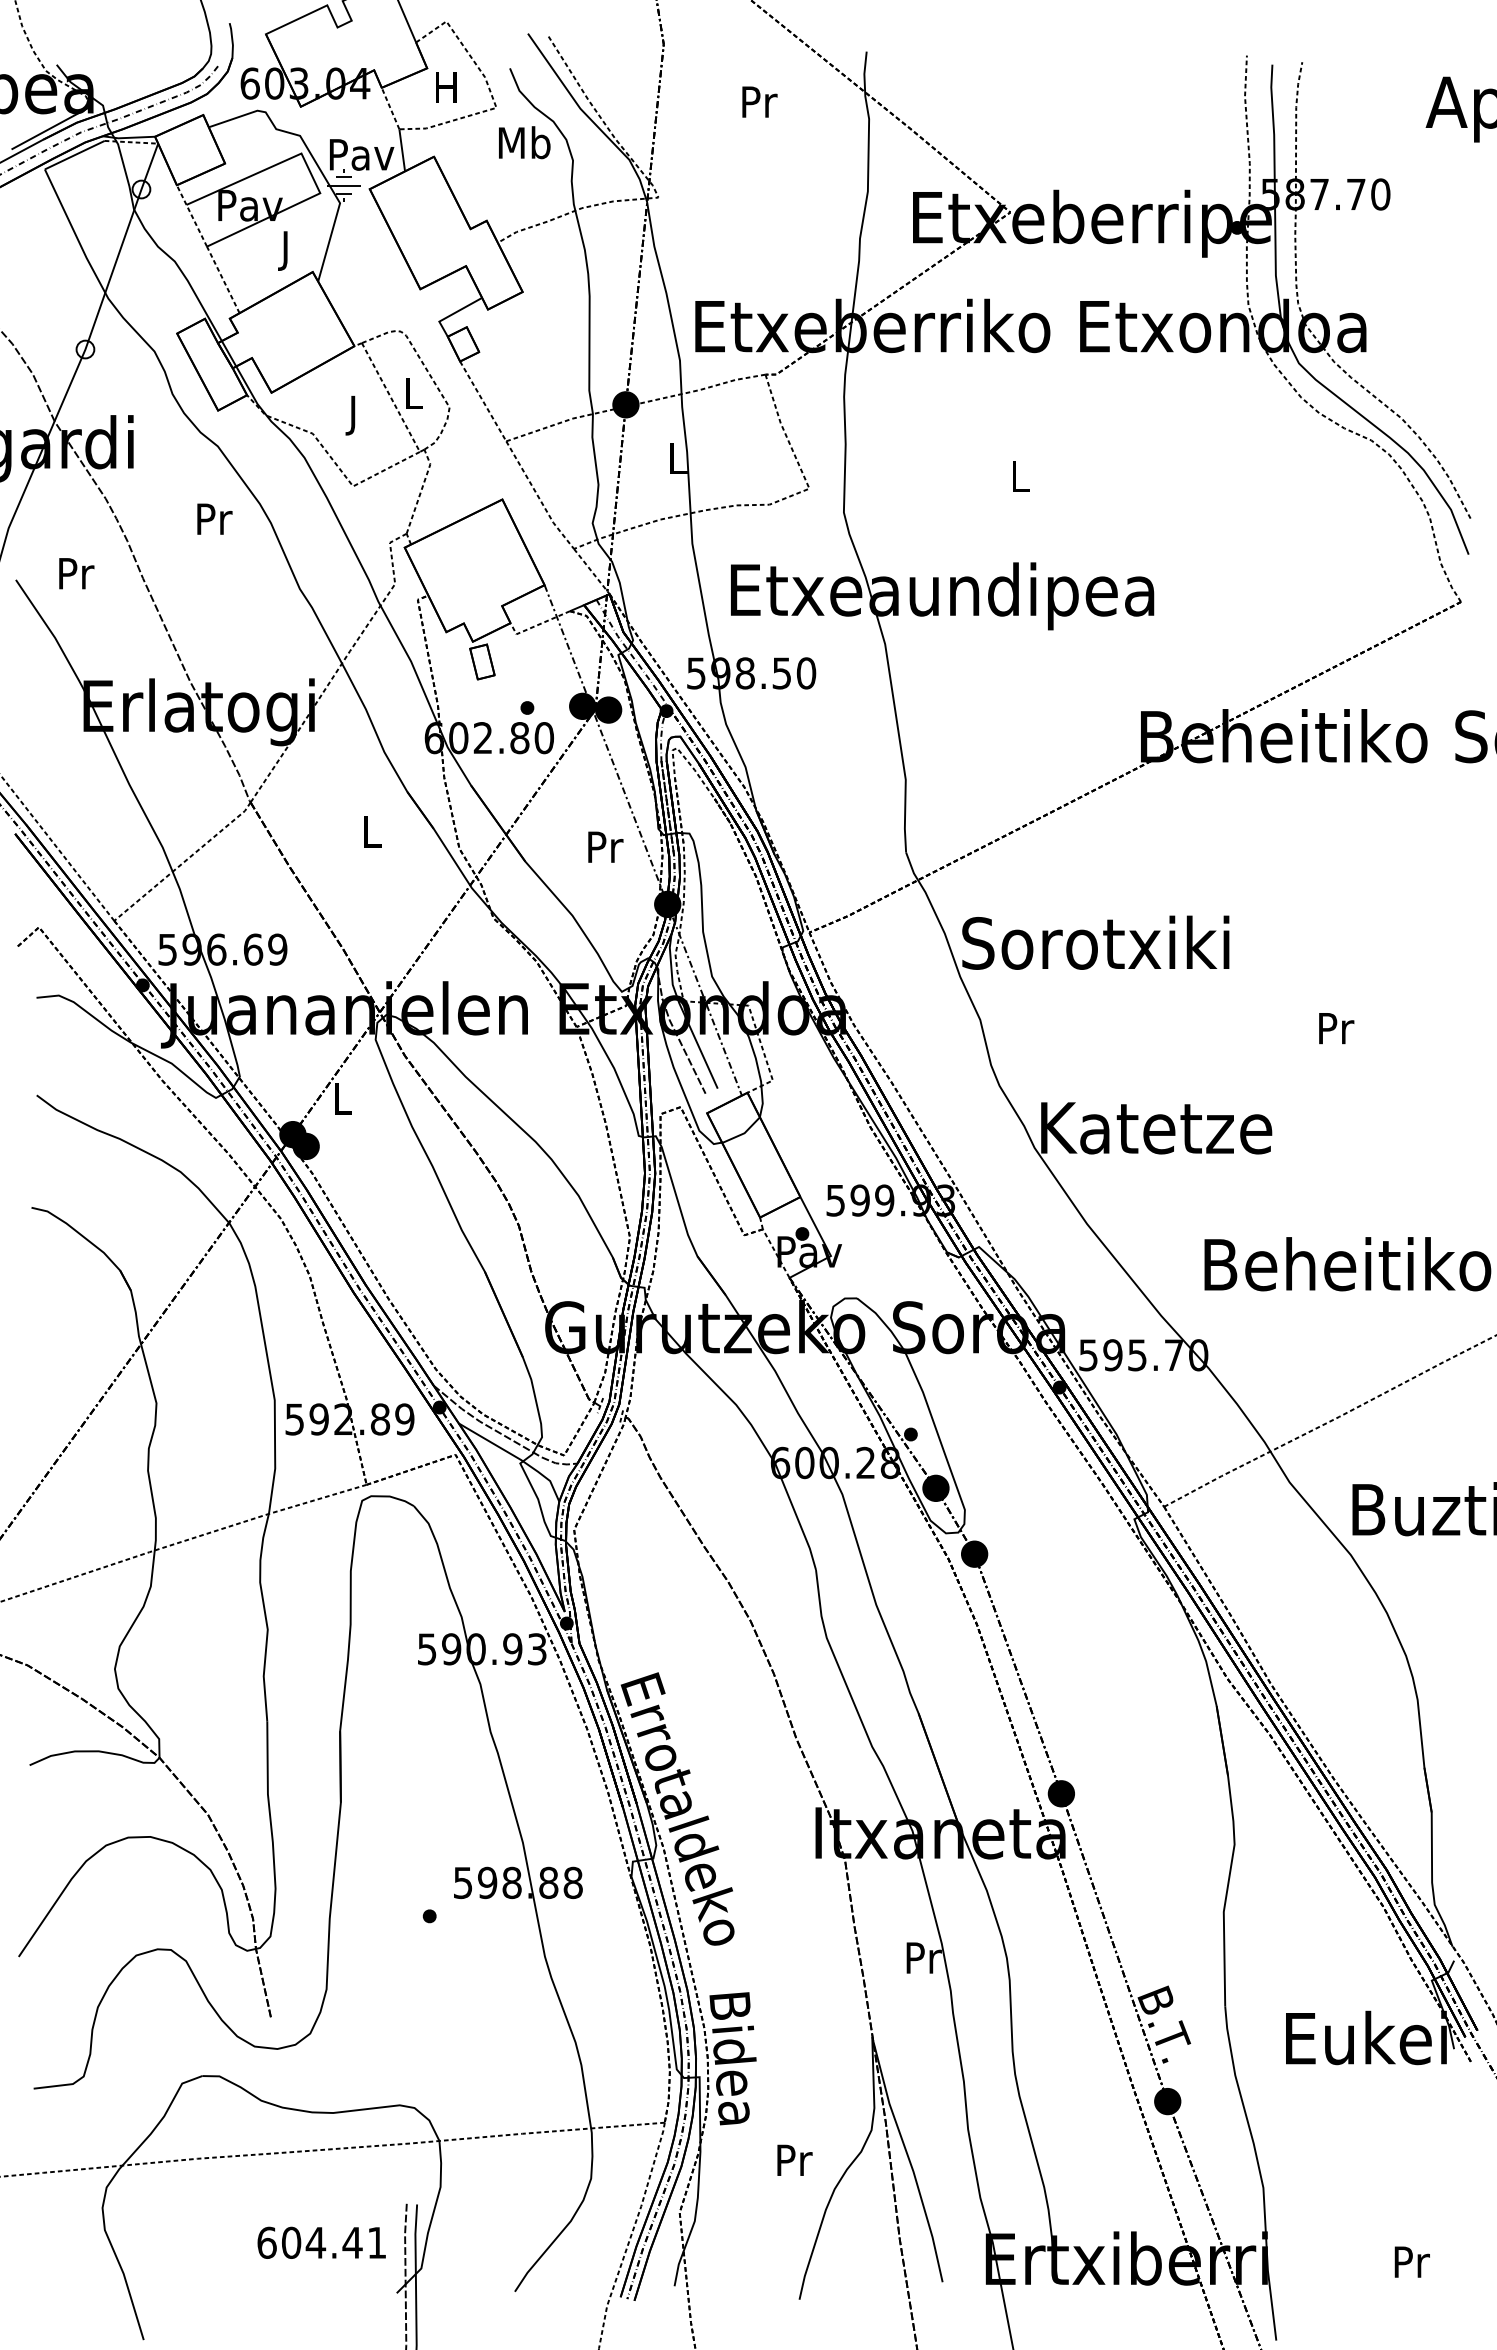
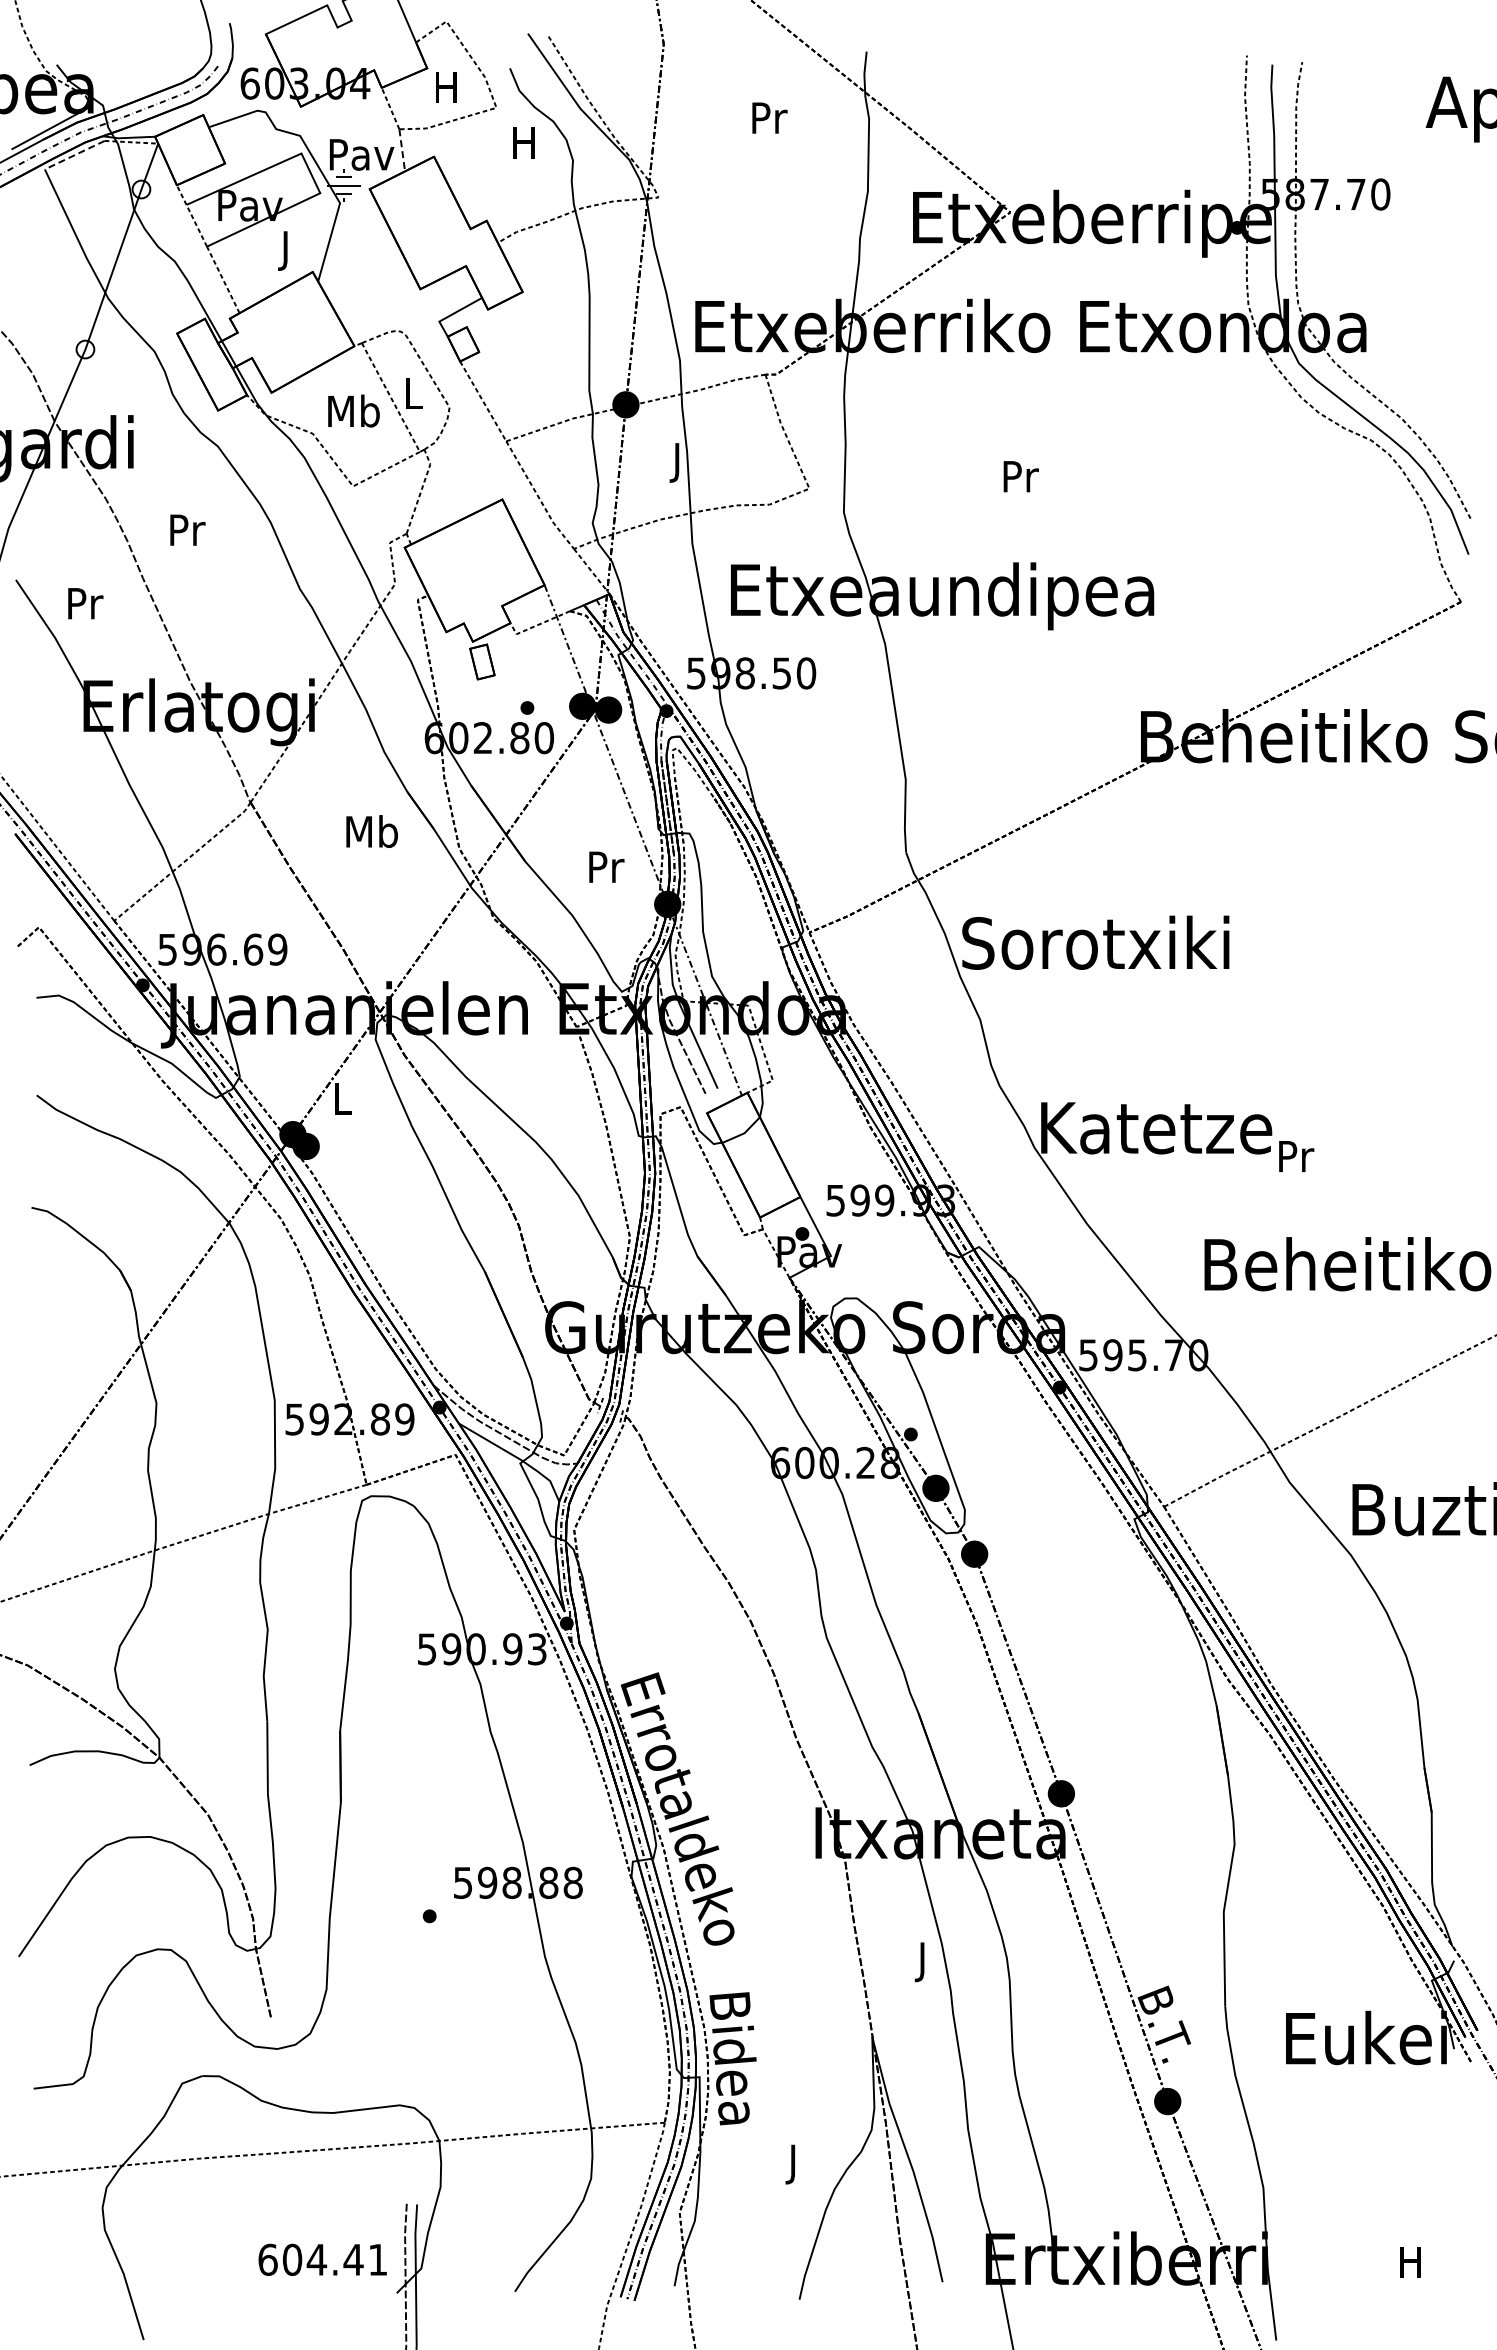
text at (759, 101) position: (759, 101) -> (769, 117)
text at (524, 142): Mb -> H
line at (402, 150): solid -> dashed
line at (74, 155): solid -> dashed
text at (353, 414): J -> Mb
text at (678, 462): L -> J
text at (1020, 476): L -> Pr
text at (214, 518) position: (214, 518) -> (187, 529)
text at (76, 573) position: (76, 573) -> (85, 603)
text at (371, 831): L -> Mb
text at (605, 846) position: (605, 846) -> (606, 866)
text at (1336, 1028) position: (1336, 1028) -> (1296, 1156)
text at (923, 1962): Pr -> J
text at (794, 2164): Pr -> J
text at (321, 2242) position: (321, 2242) -> (322, 2259)
text at (1411, 2261): Pr -> H
